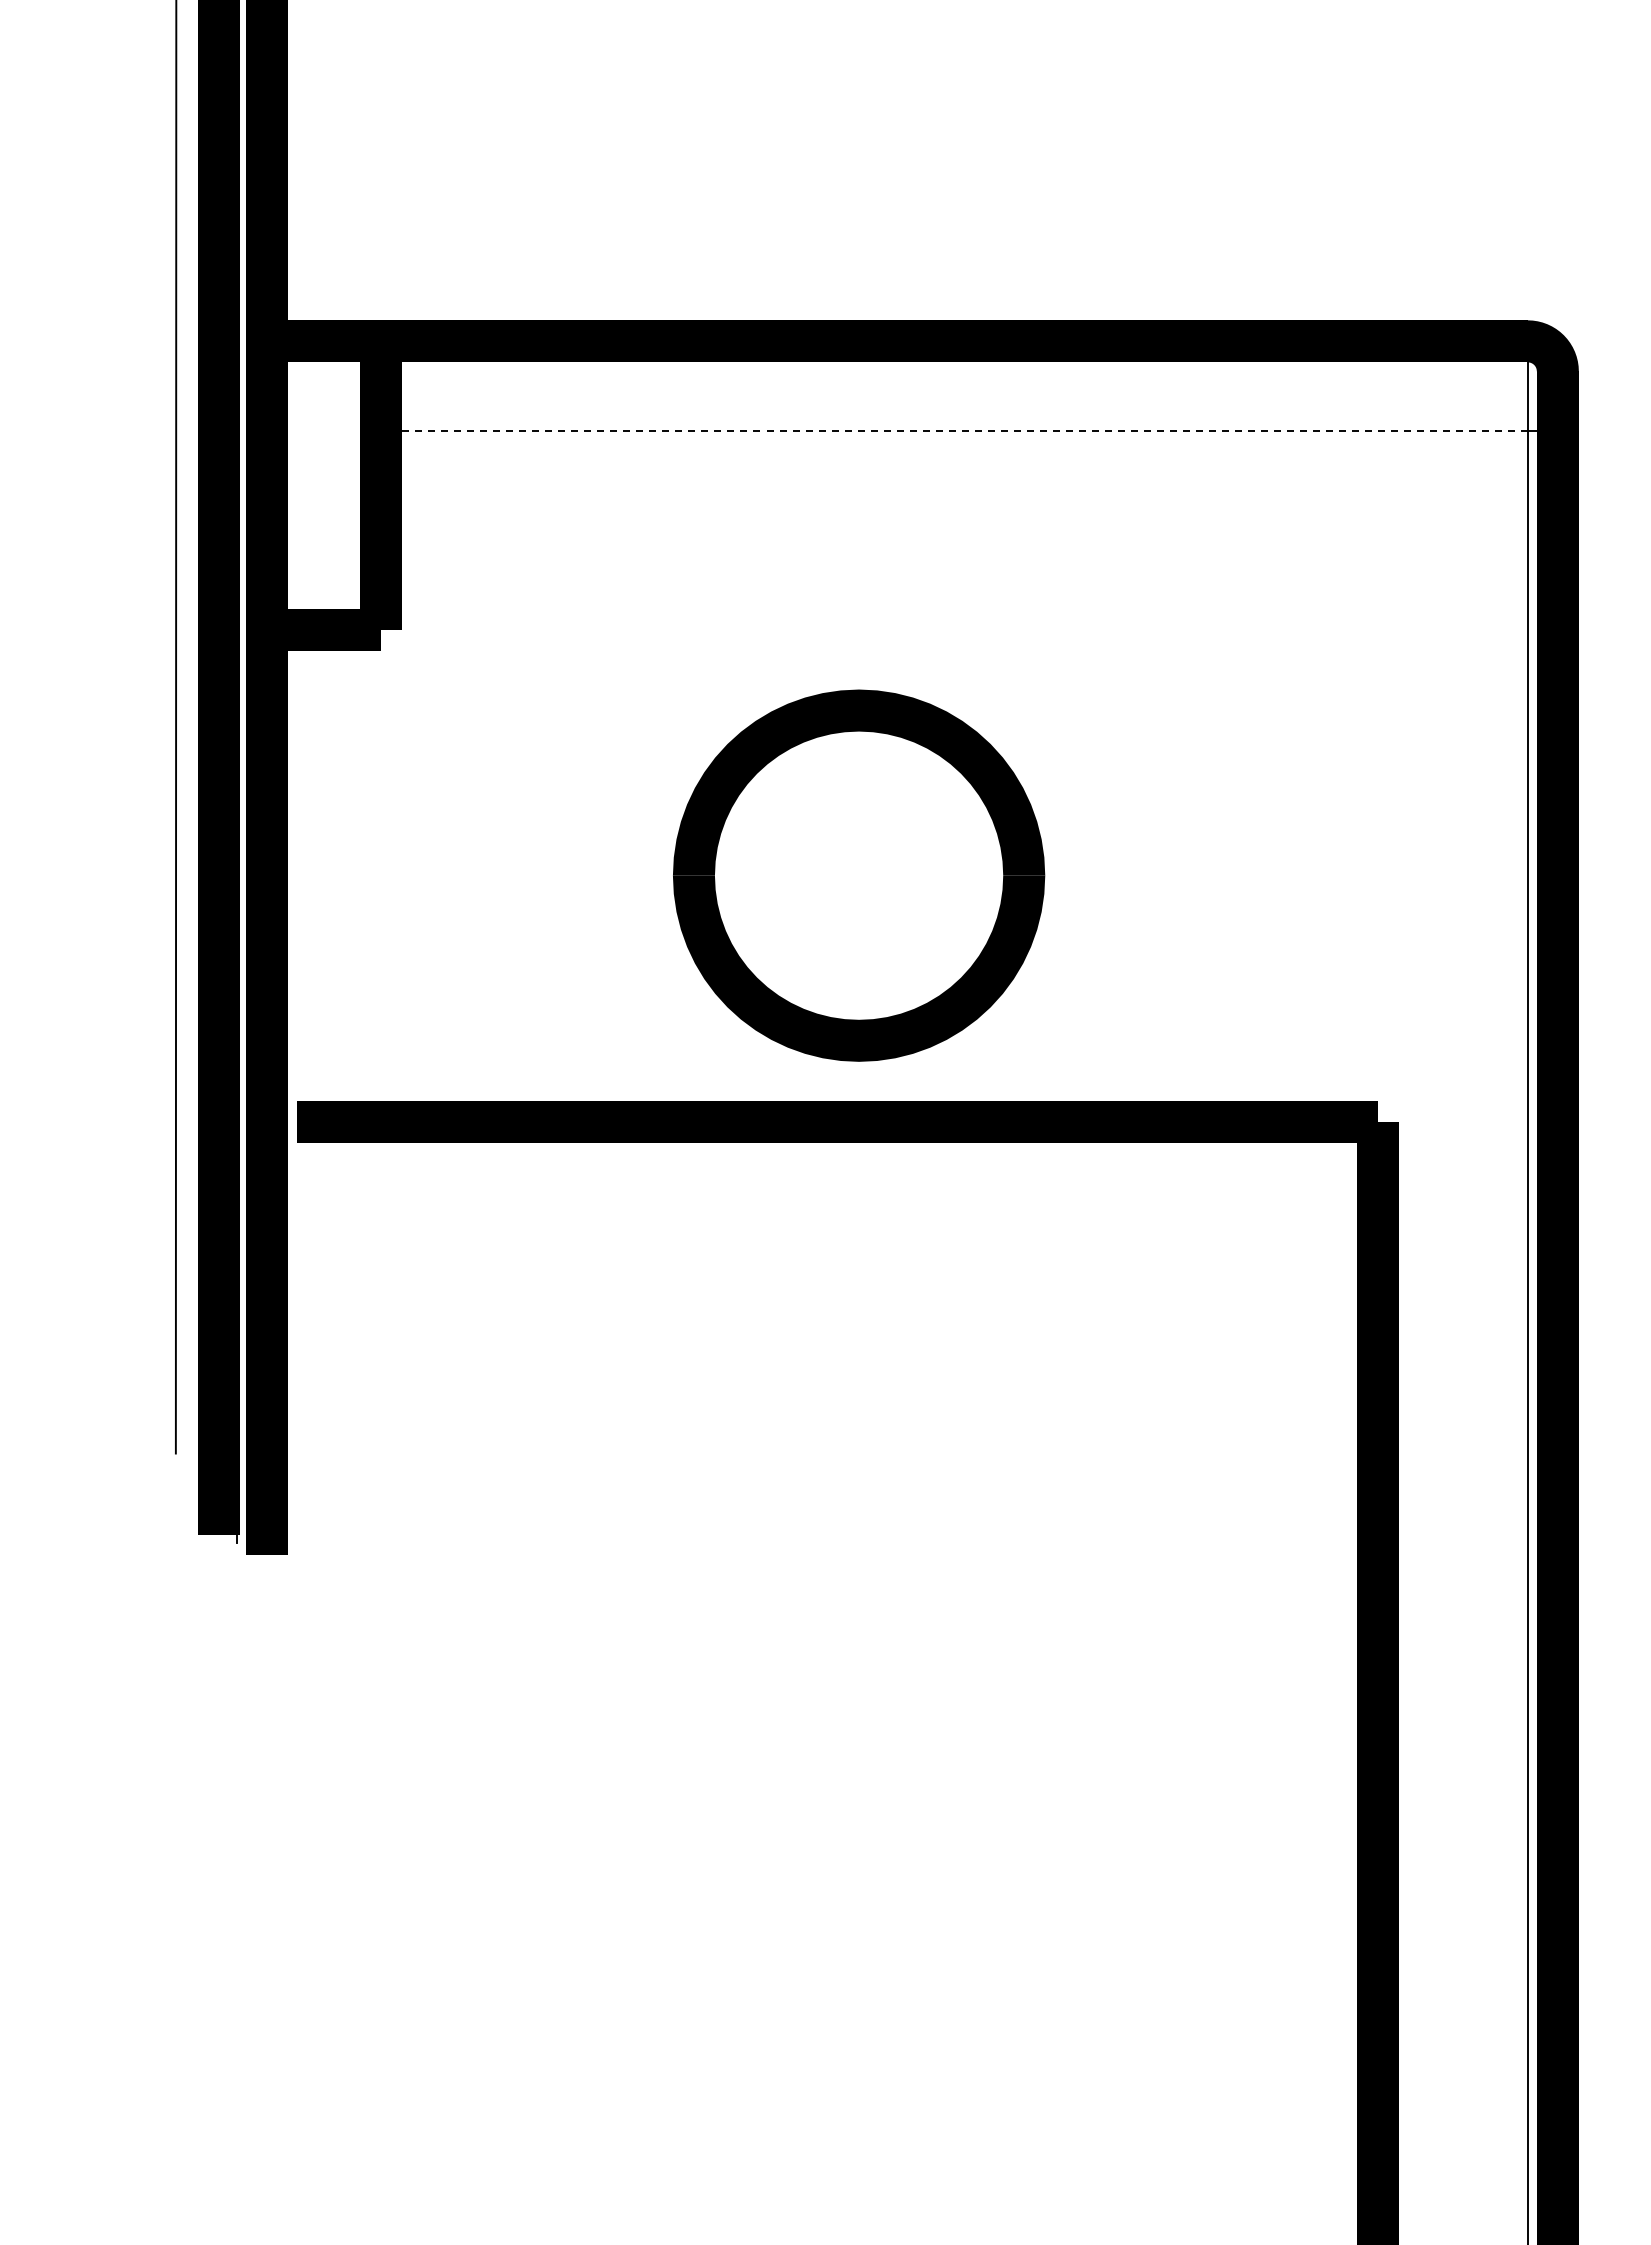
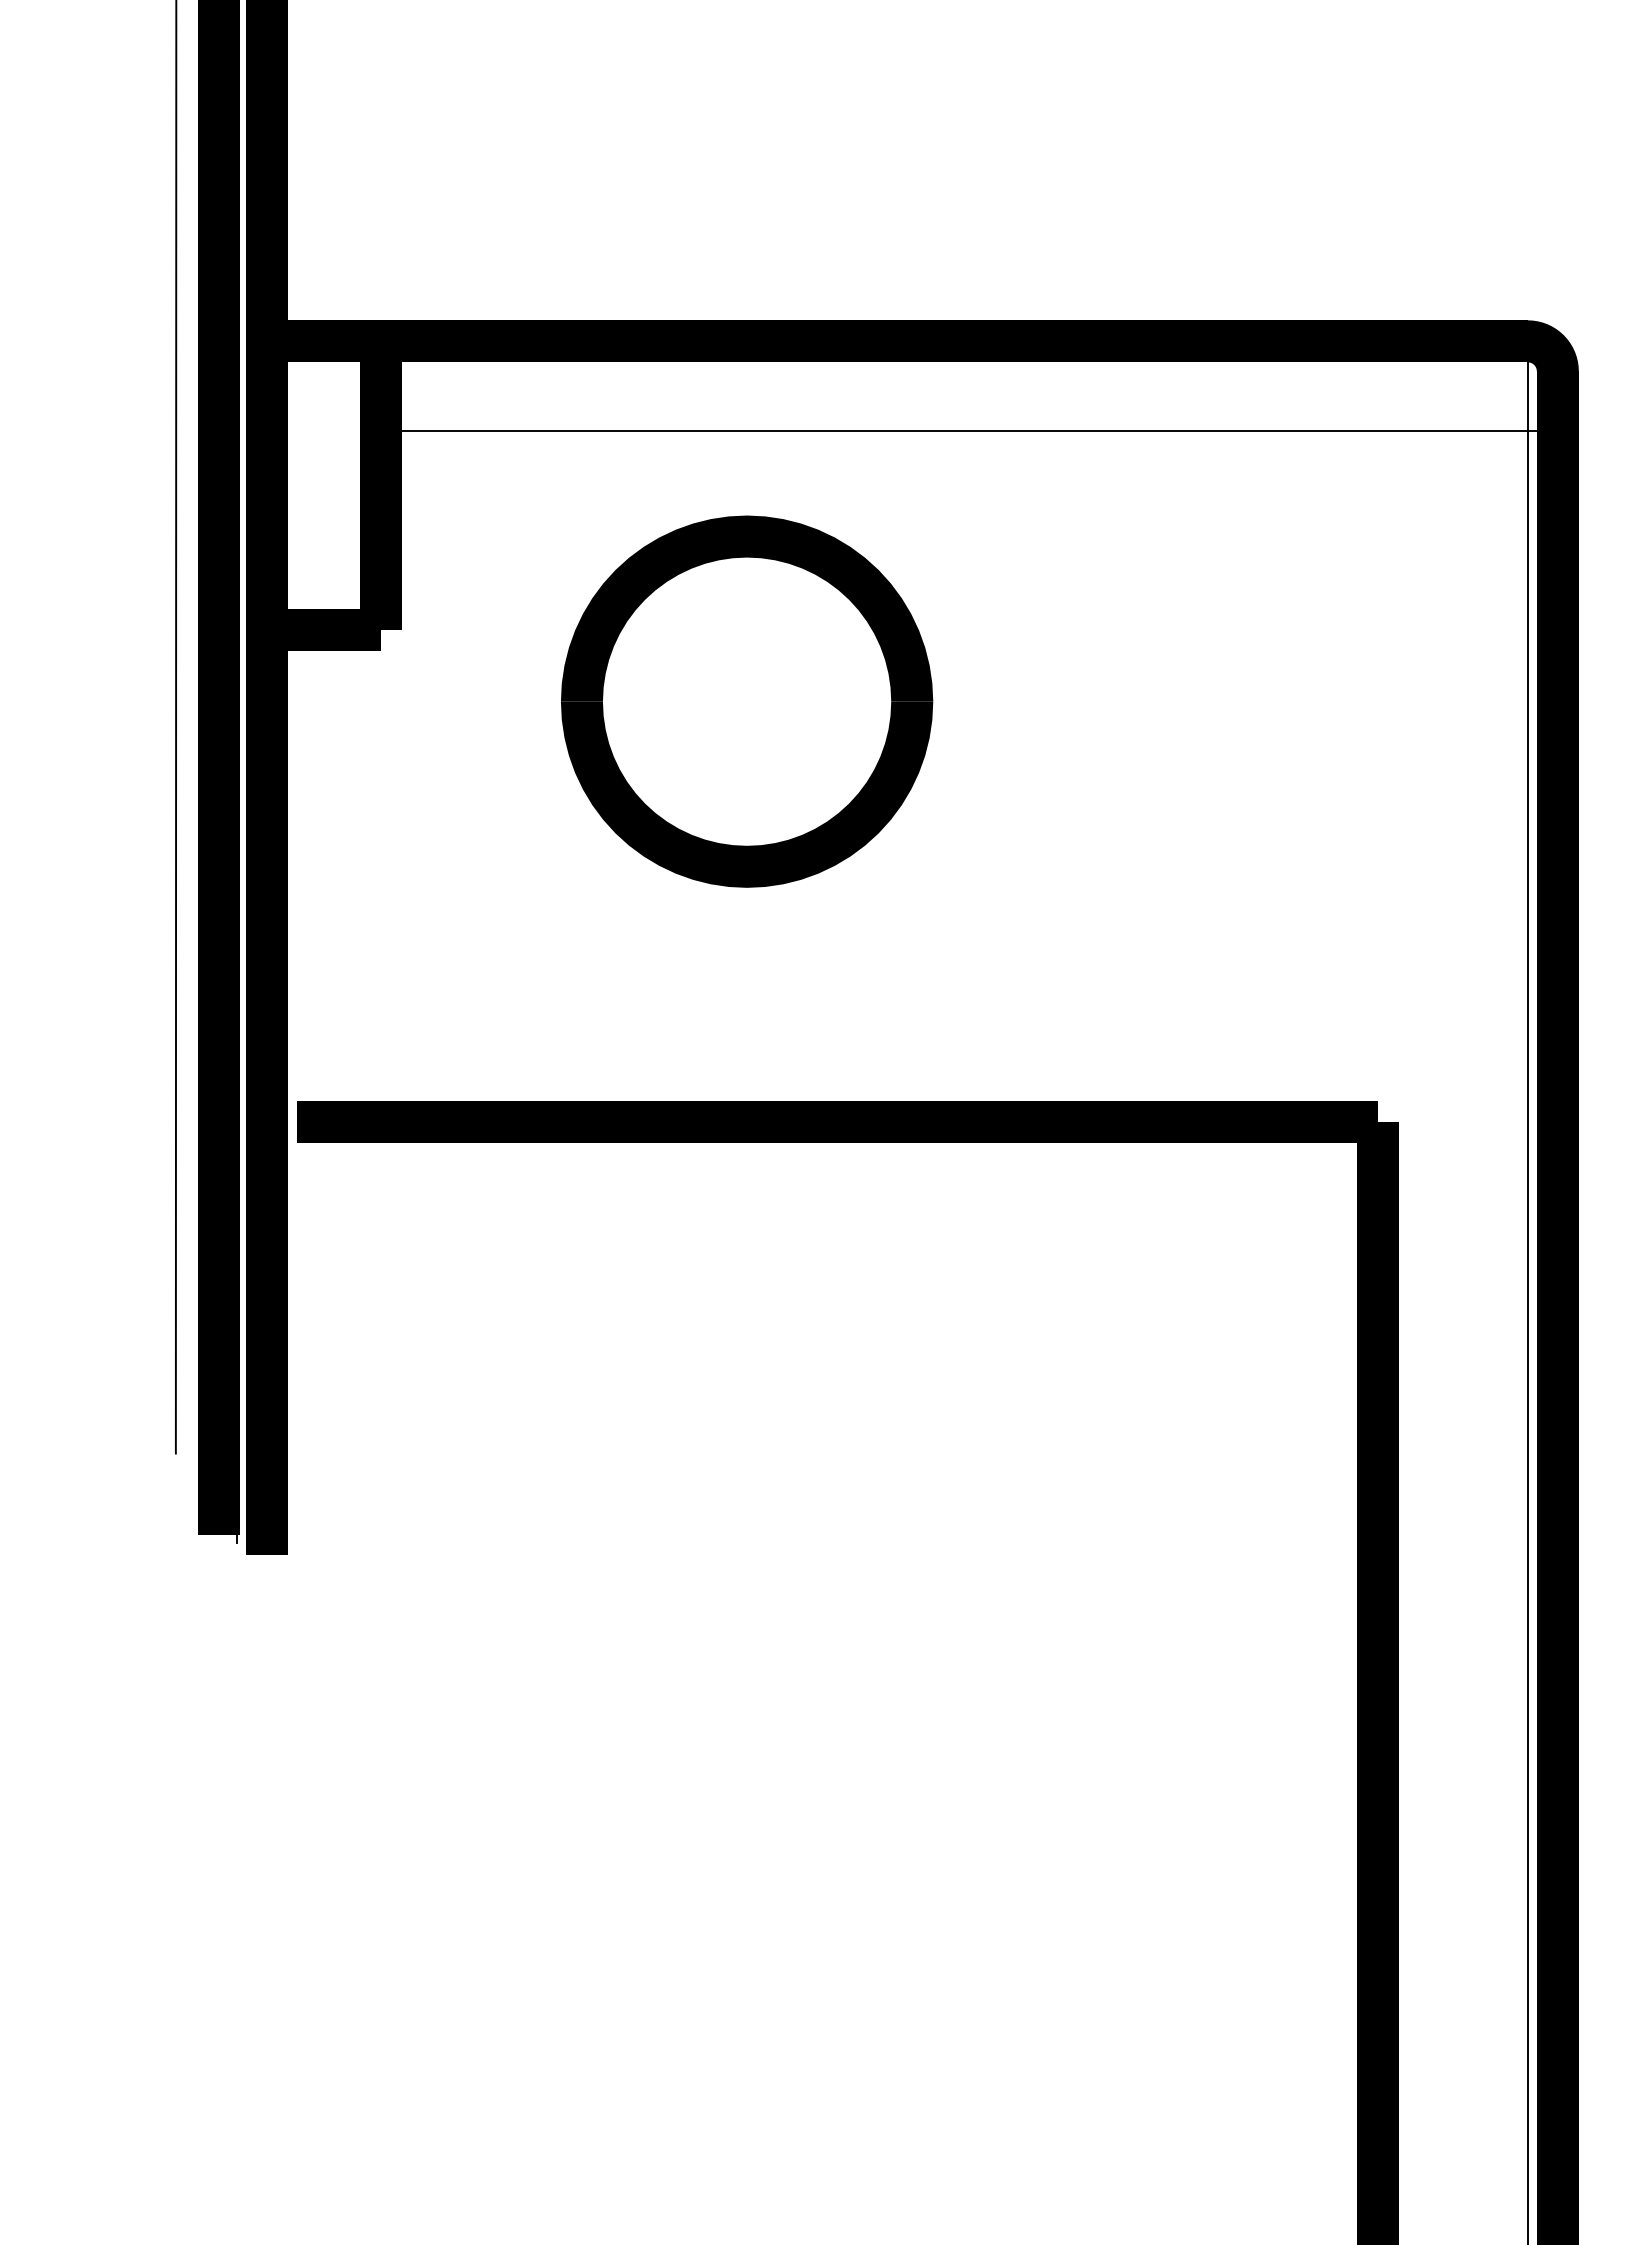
line at (954, 431): dashed -> solid
part at (859, 875) position: (859, 875) -> (747, 701)
